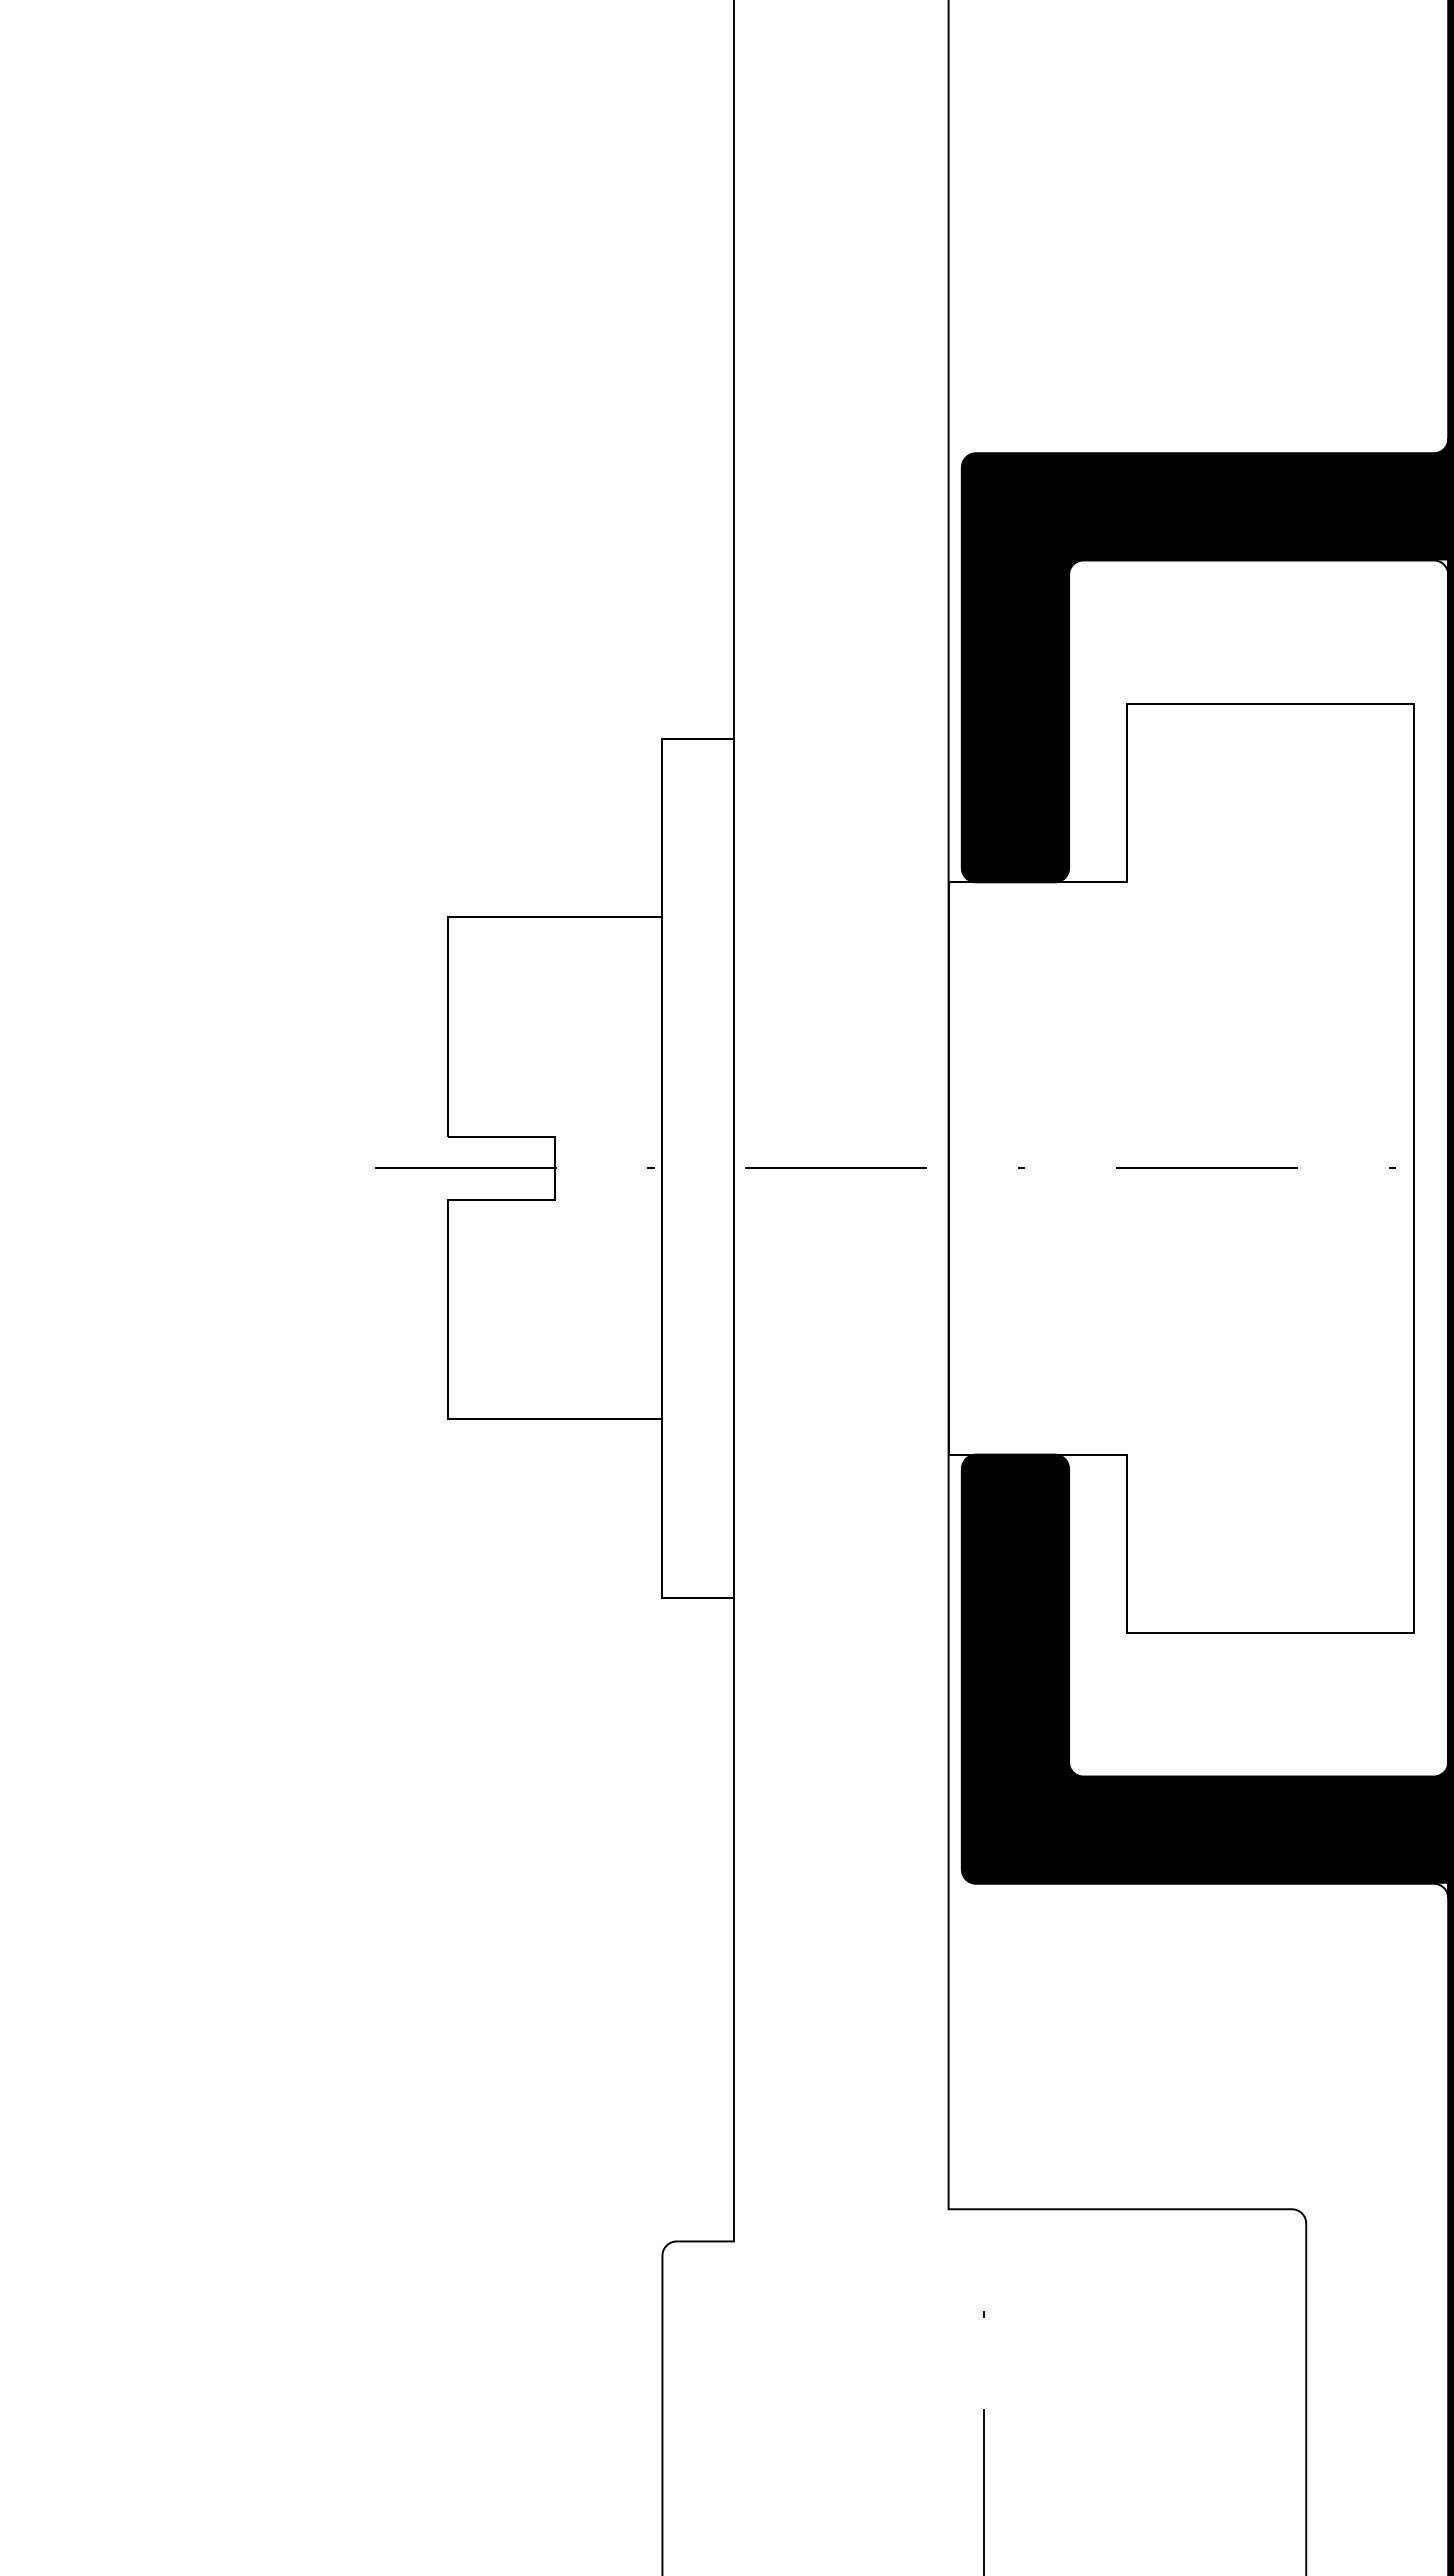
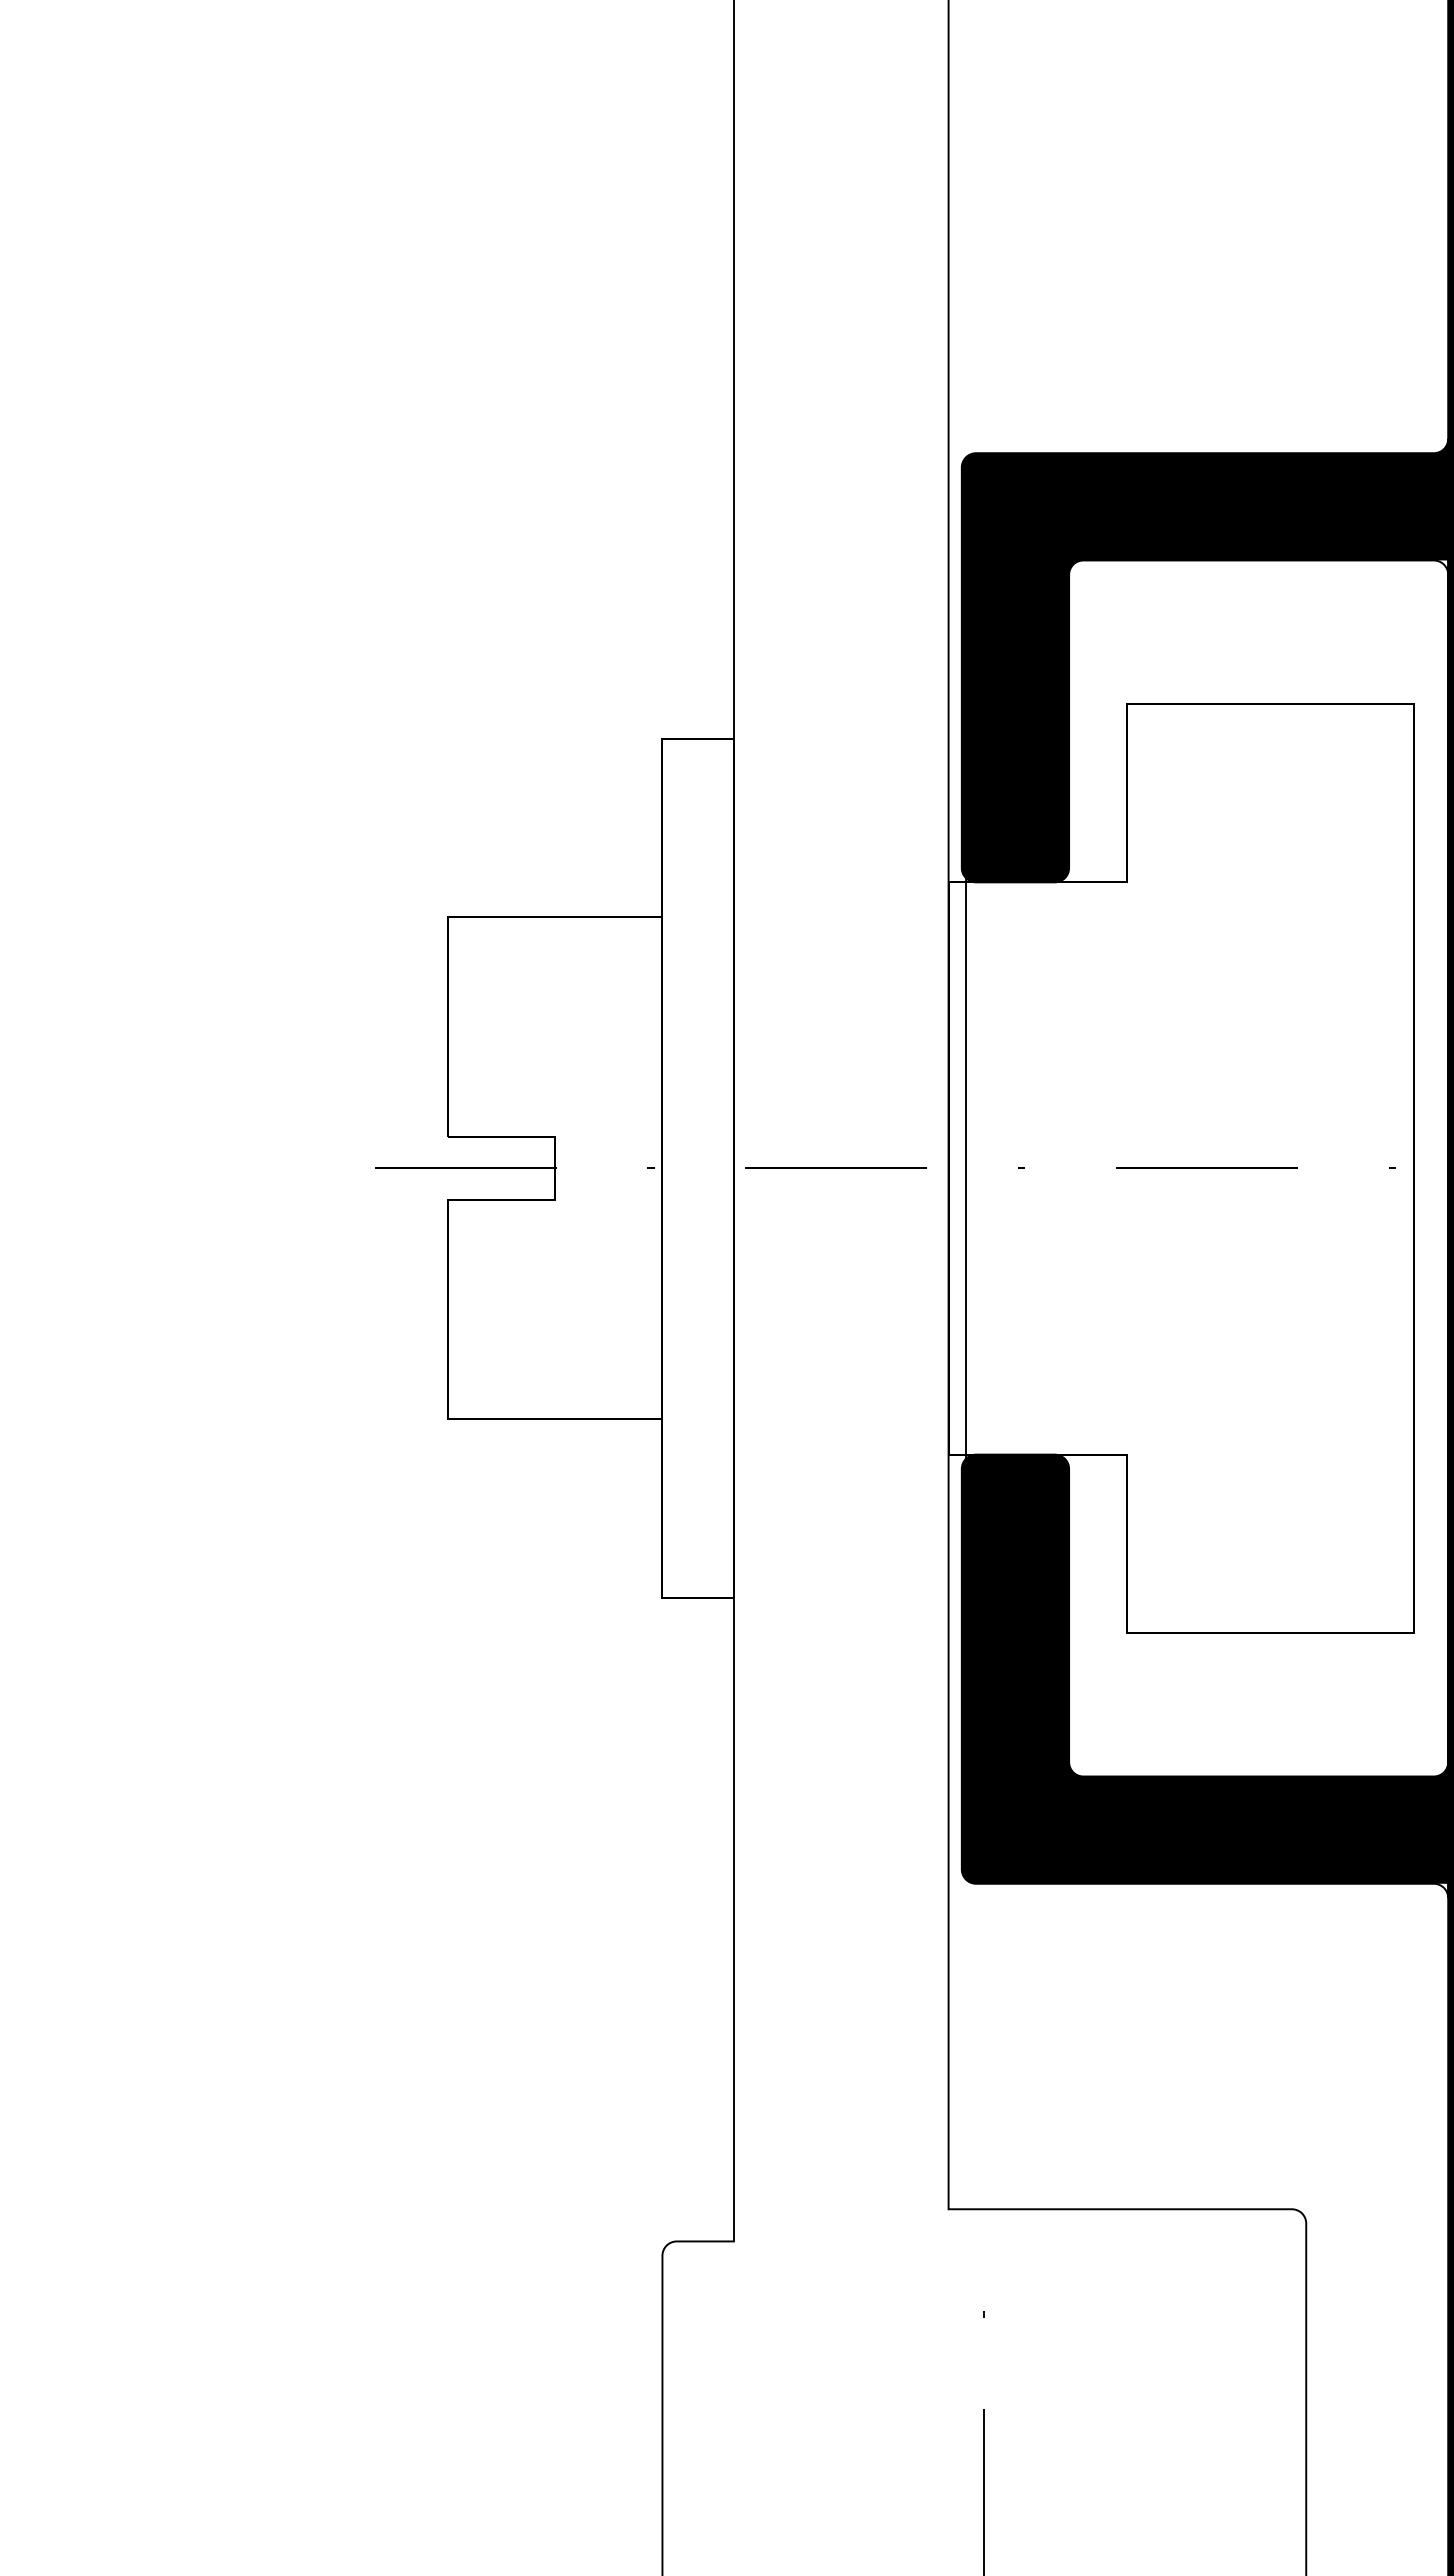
line at (966, 1164): none -> present
